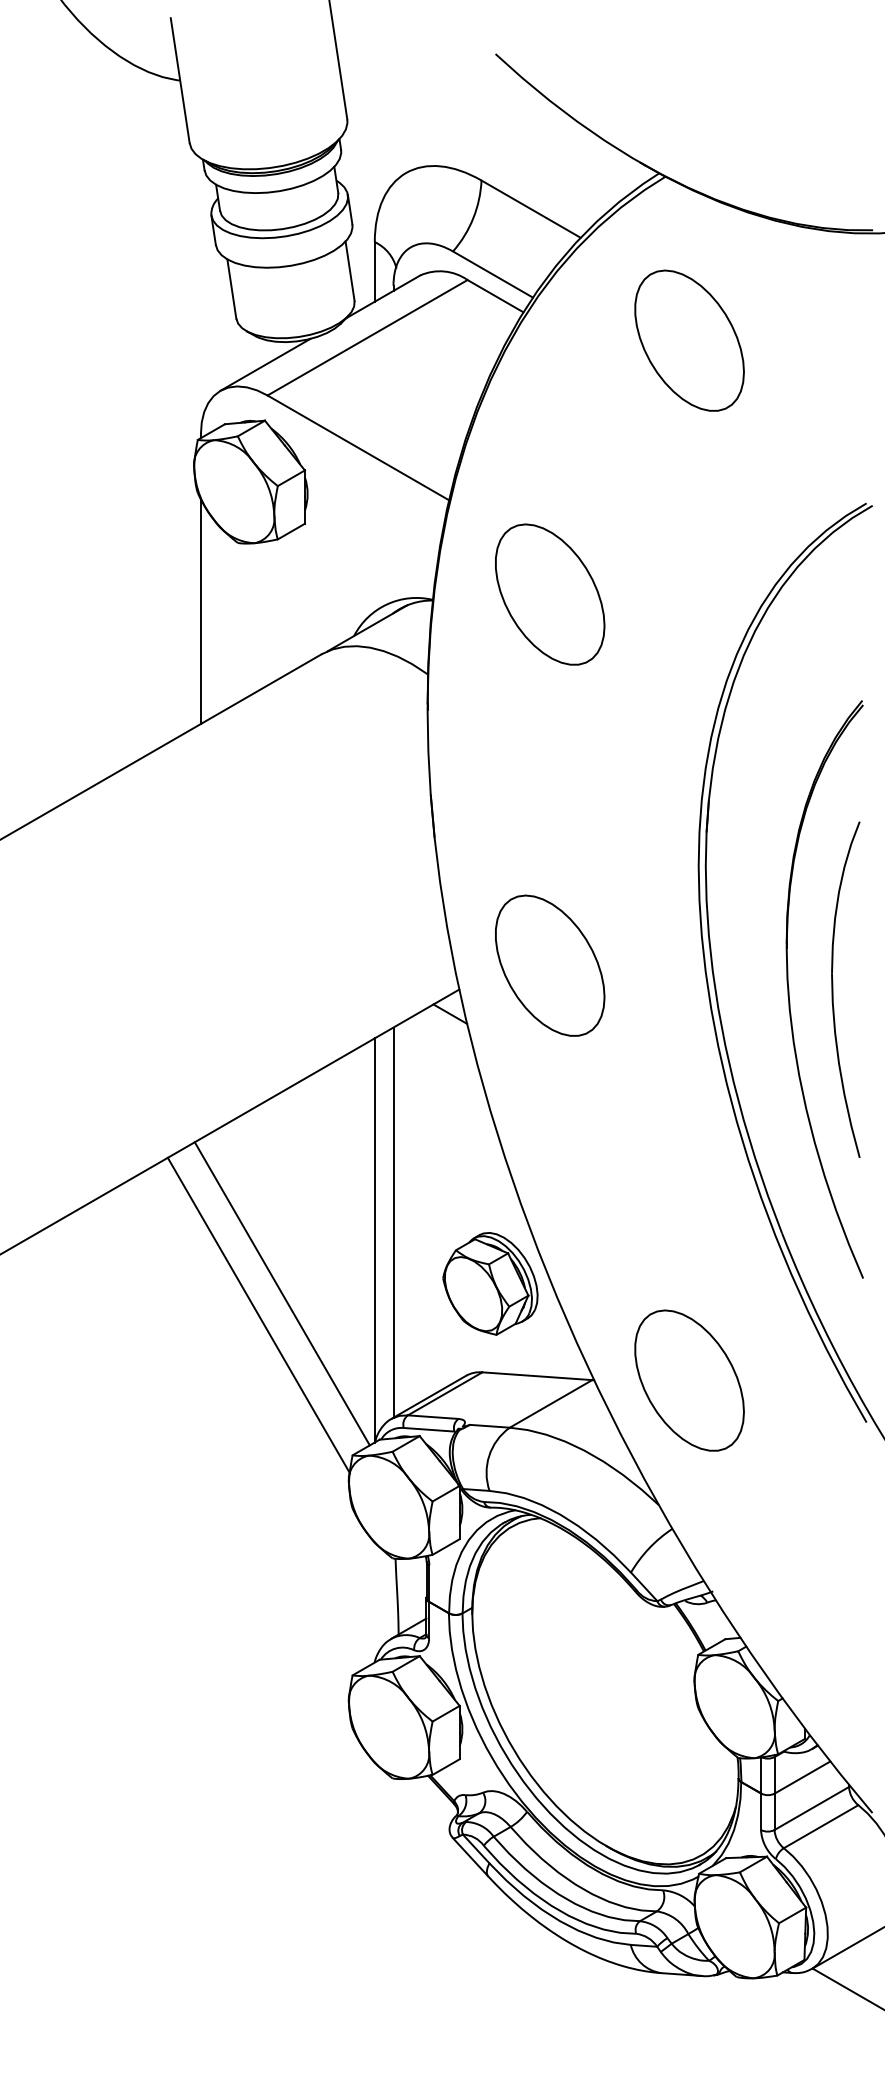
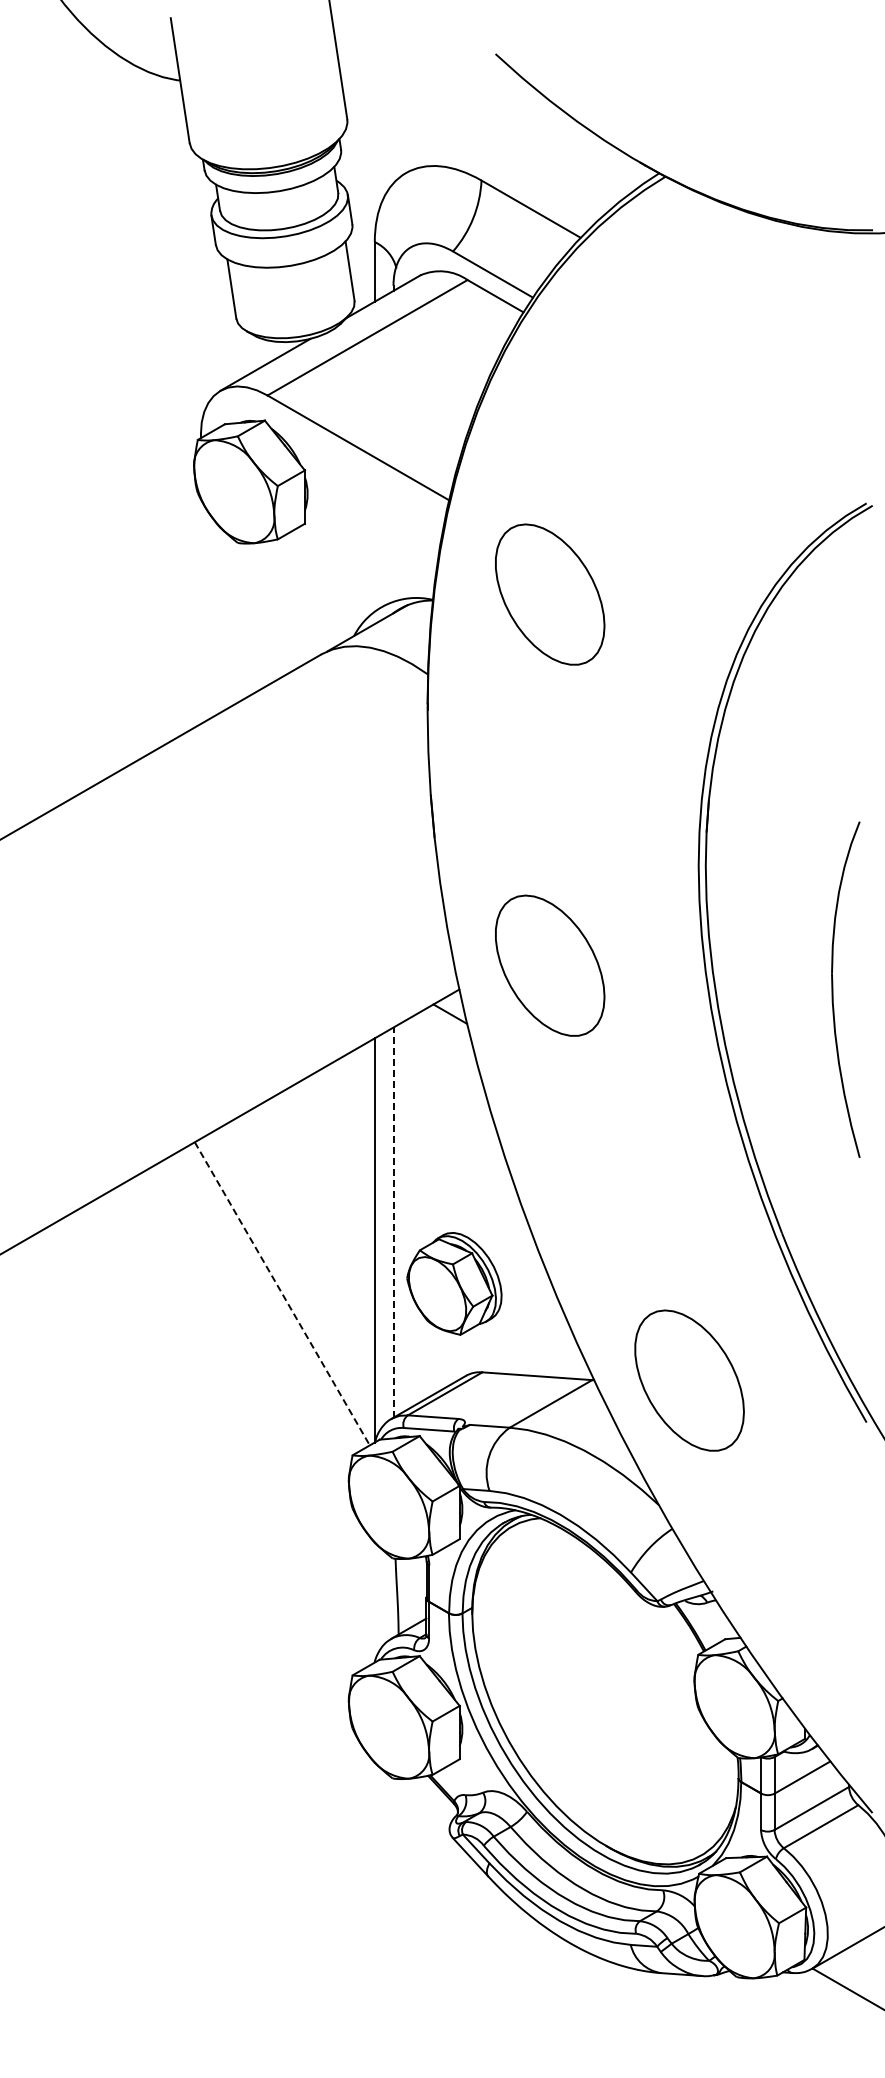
part at (689, 340): present -> none
line at (200, 611): present -> none
part at (789, 989): present -> none
line at (393, 1222): solid -> dashed
part at (490, 1283) position: (490, 1283) -> (454, 1283)
line at (282, 1294): solid -> dashed
line at (258, 1315): present -> none
